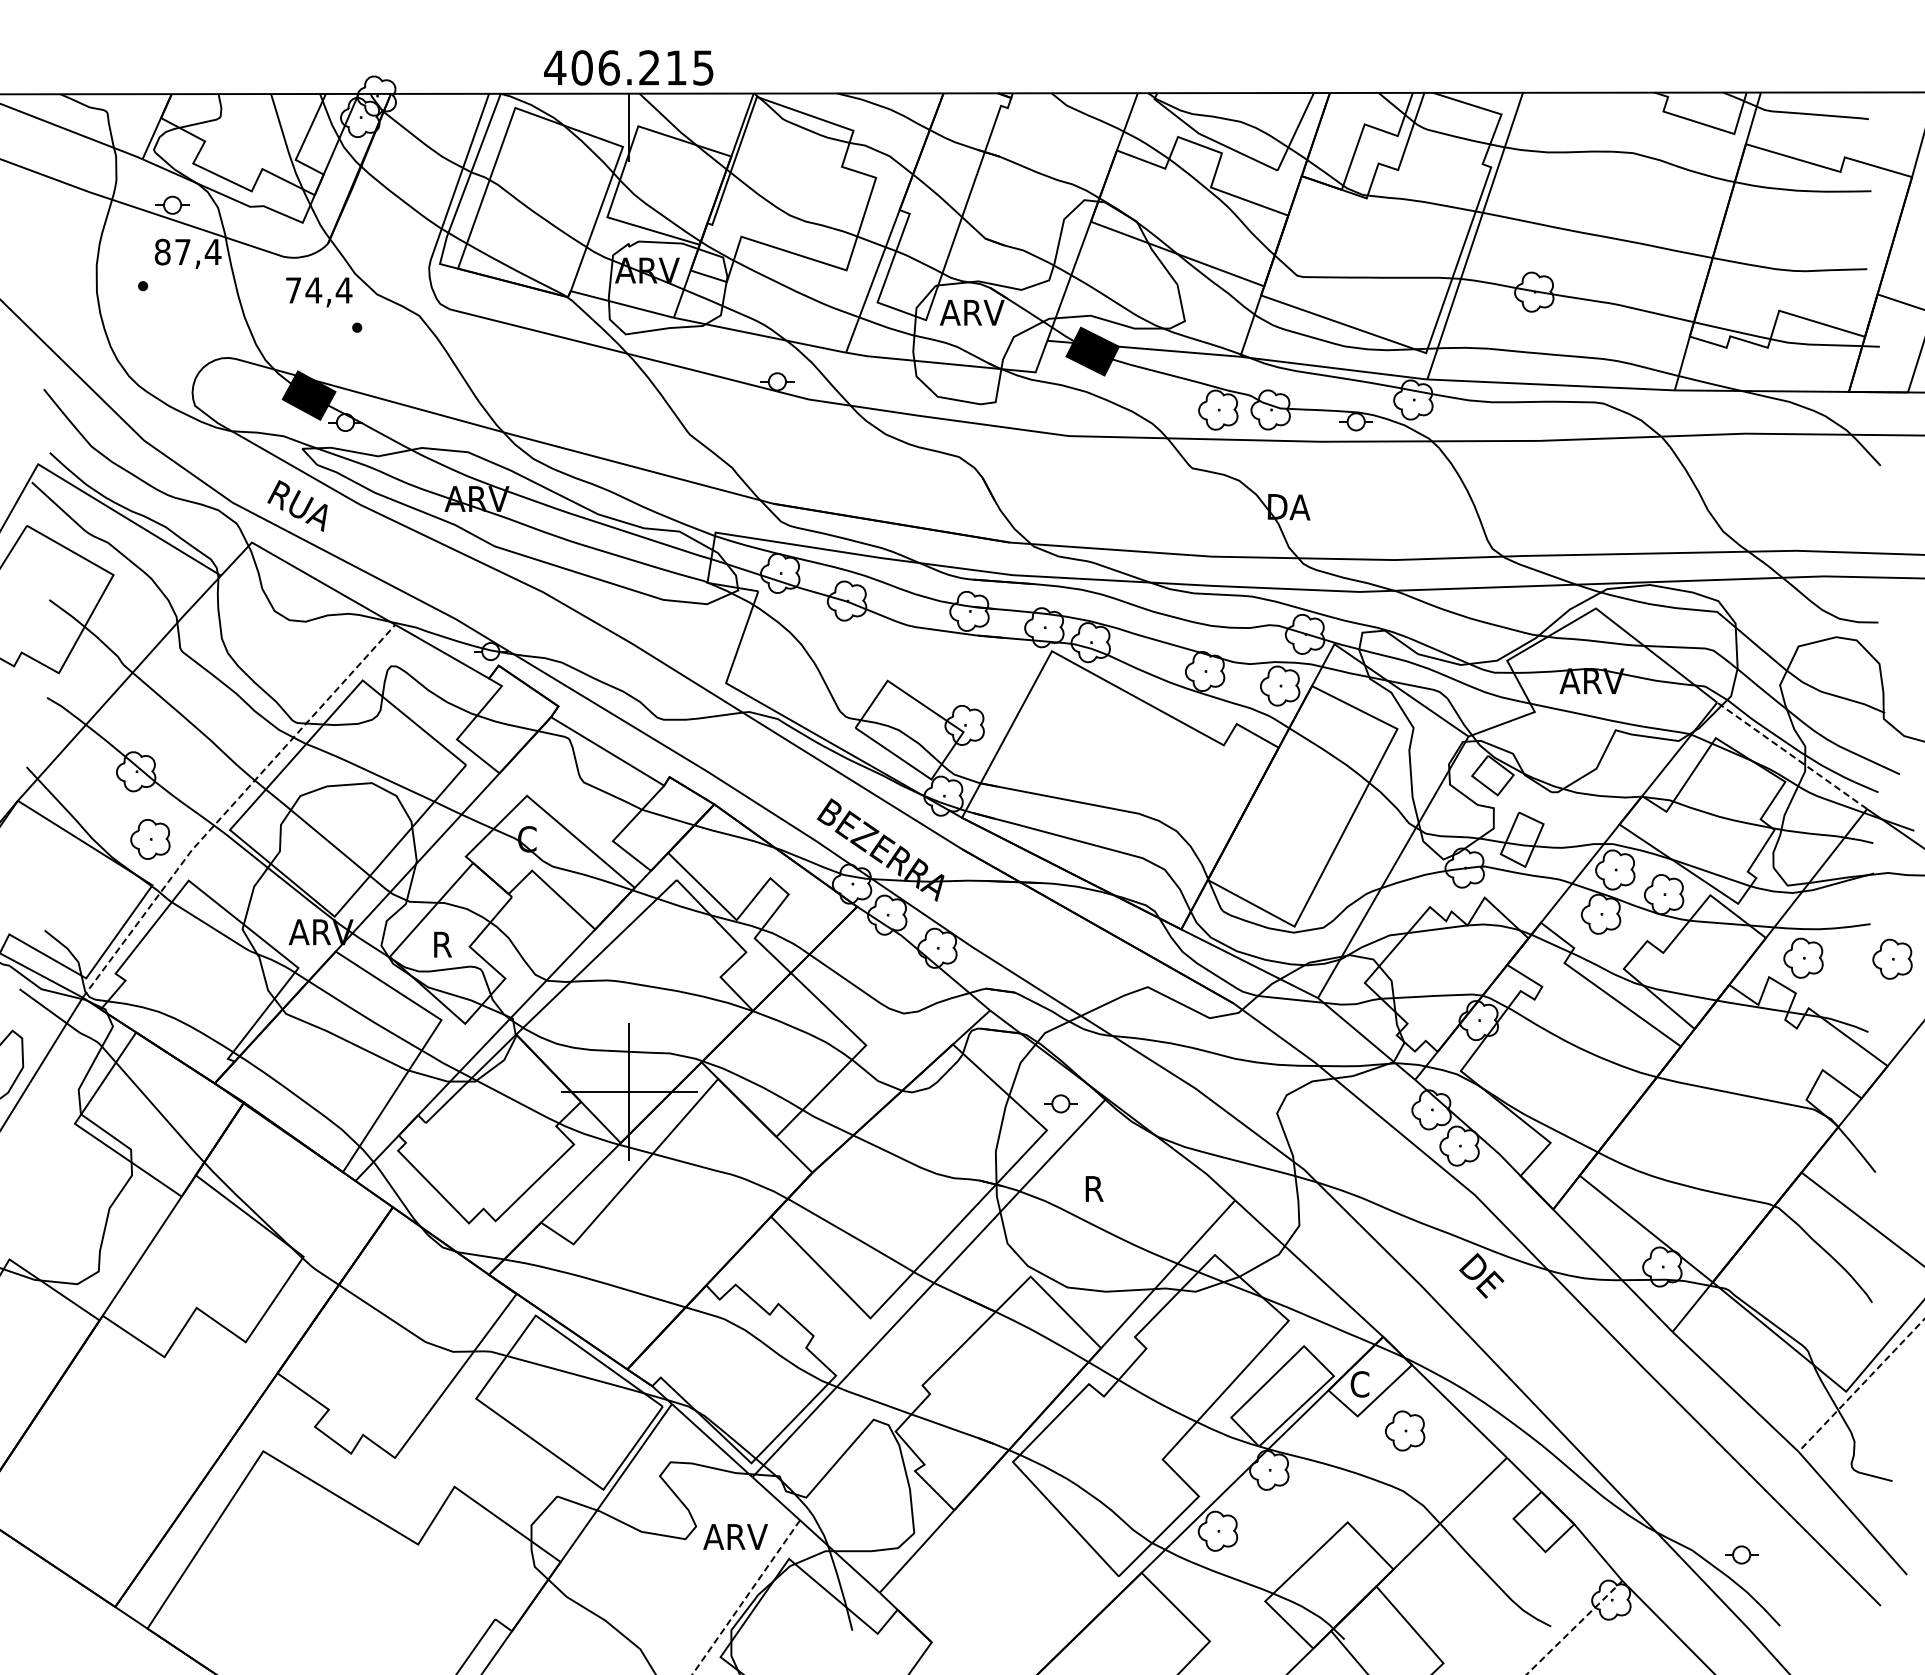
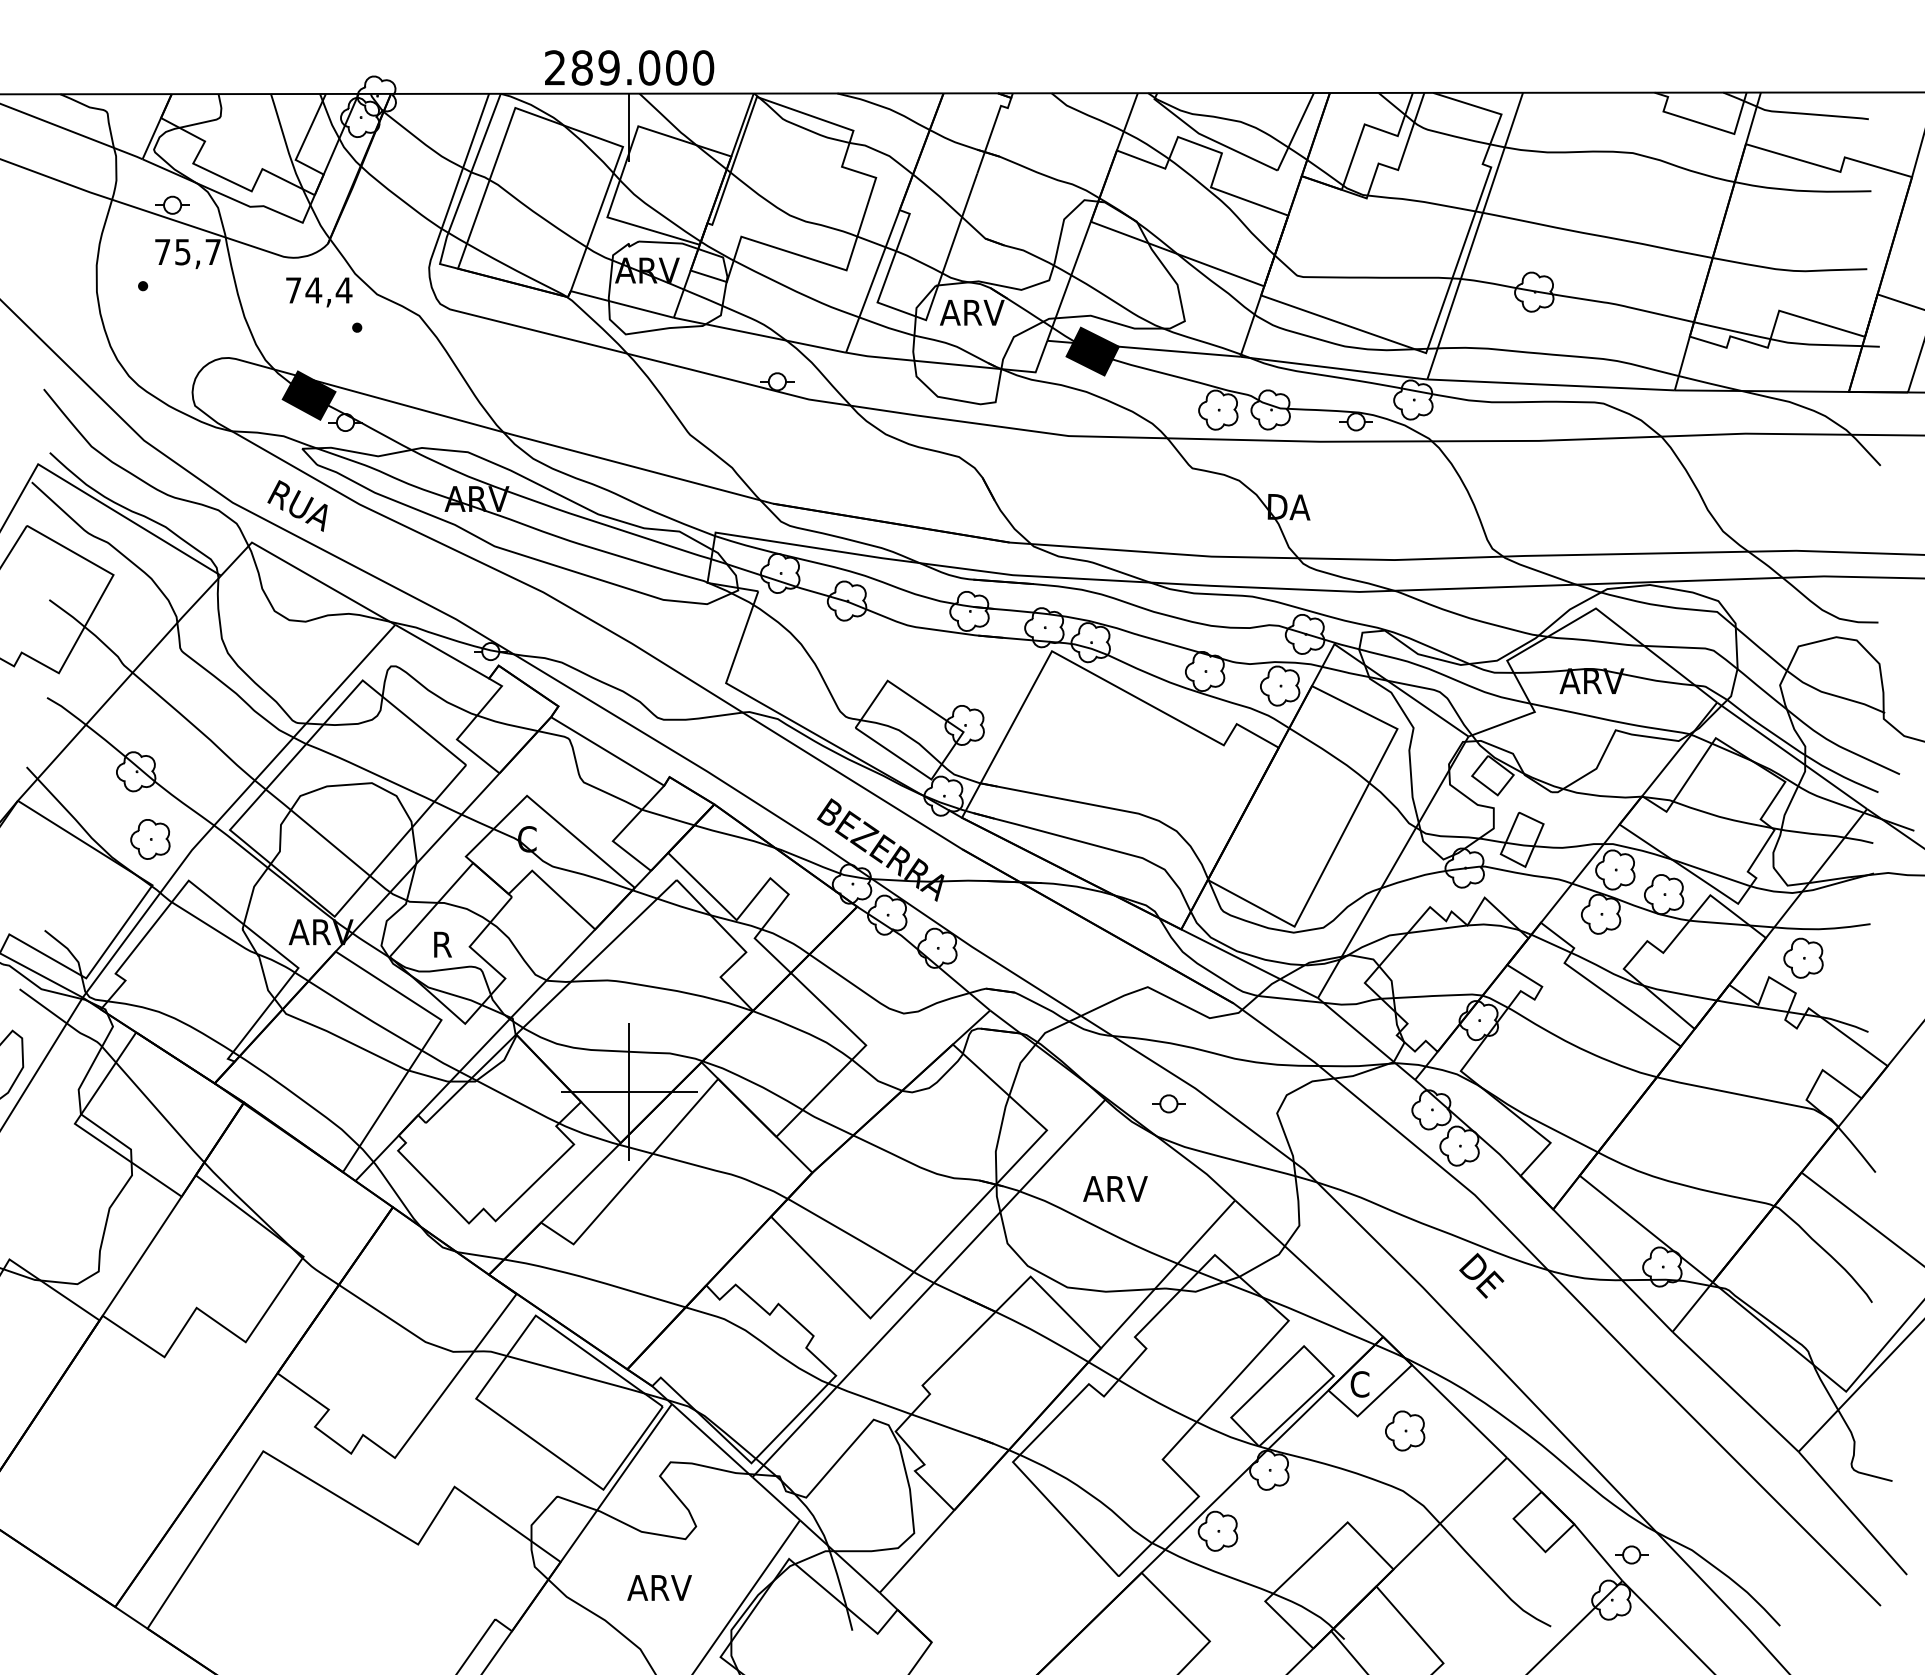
text at (629, 67): 406.215 -> 289.000
text at (187, 251): 87,4 -> 75,7
line at (1792, 755): dashed -> solid
line at (231, 806): dashed -> solid
part at (1892, 958): present -> none
part at (1060, 1103) position: (1060, 1103) -> (1168, 1103)
text at (1115, 1188): R -> ARV
line at (1861, 1385): dashed -> solid
text at (735, 1536) position: (735, 1536) -> (659, 1587)
part at (1741, 1554) position: (1741, 1554) -> (1631, 1554)
line at (745, 1597): dashed -> solid
line at (1574, 1627): dashed -> solid
